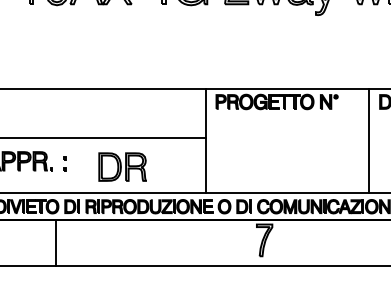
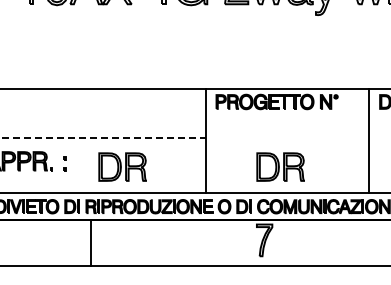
line at (103, 137): solid -> dashed
part at (280, 166): none -> present
line at (56, 243) position: (56, 243) -> (91, 243)
